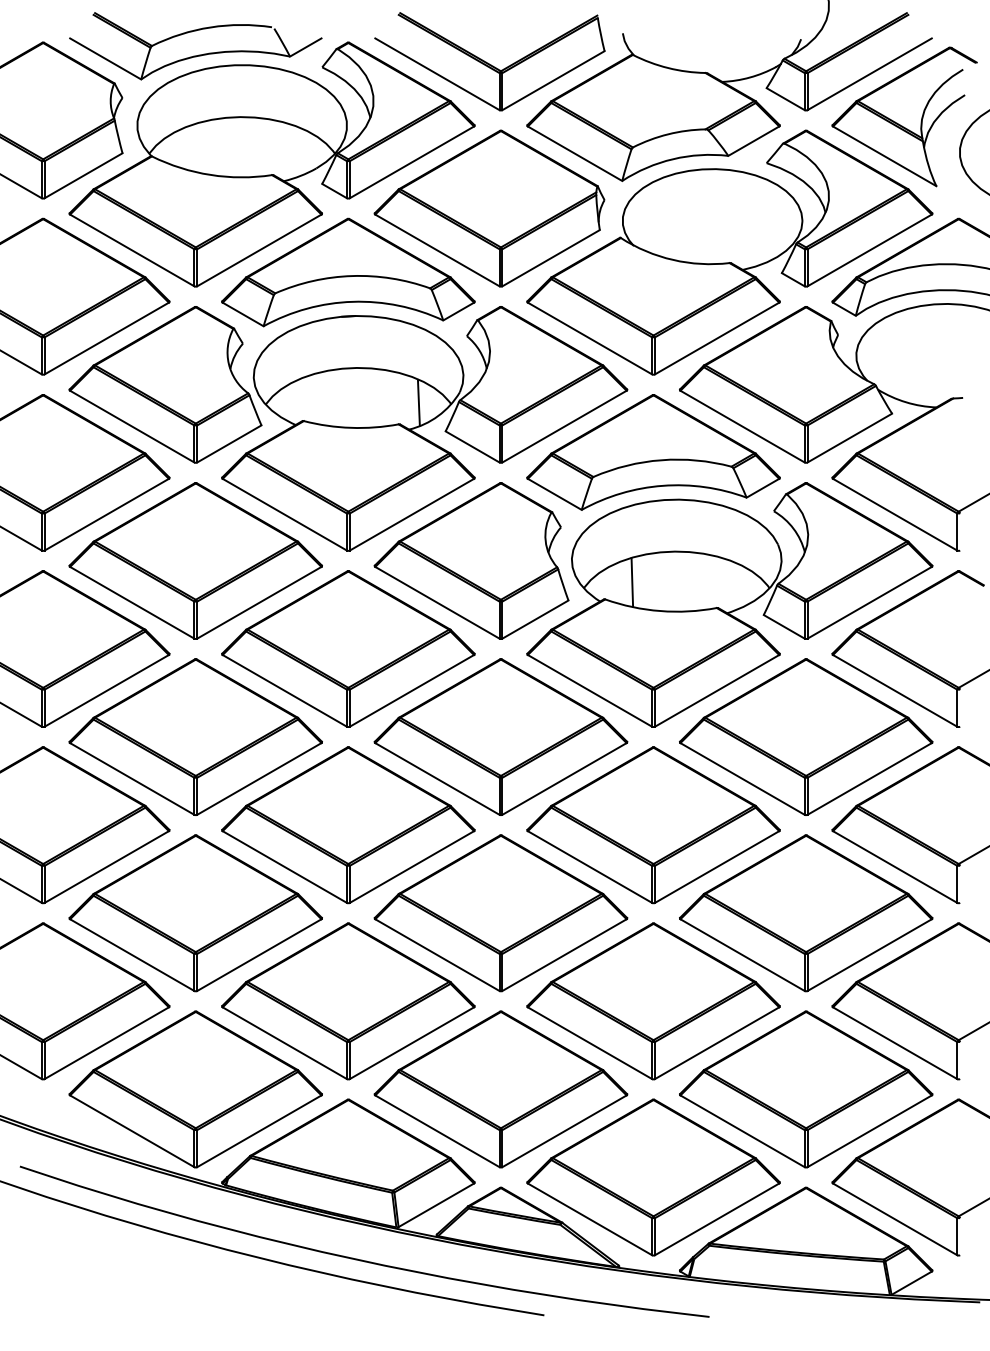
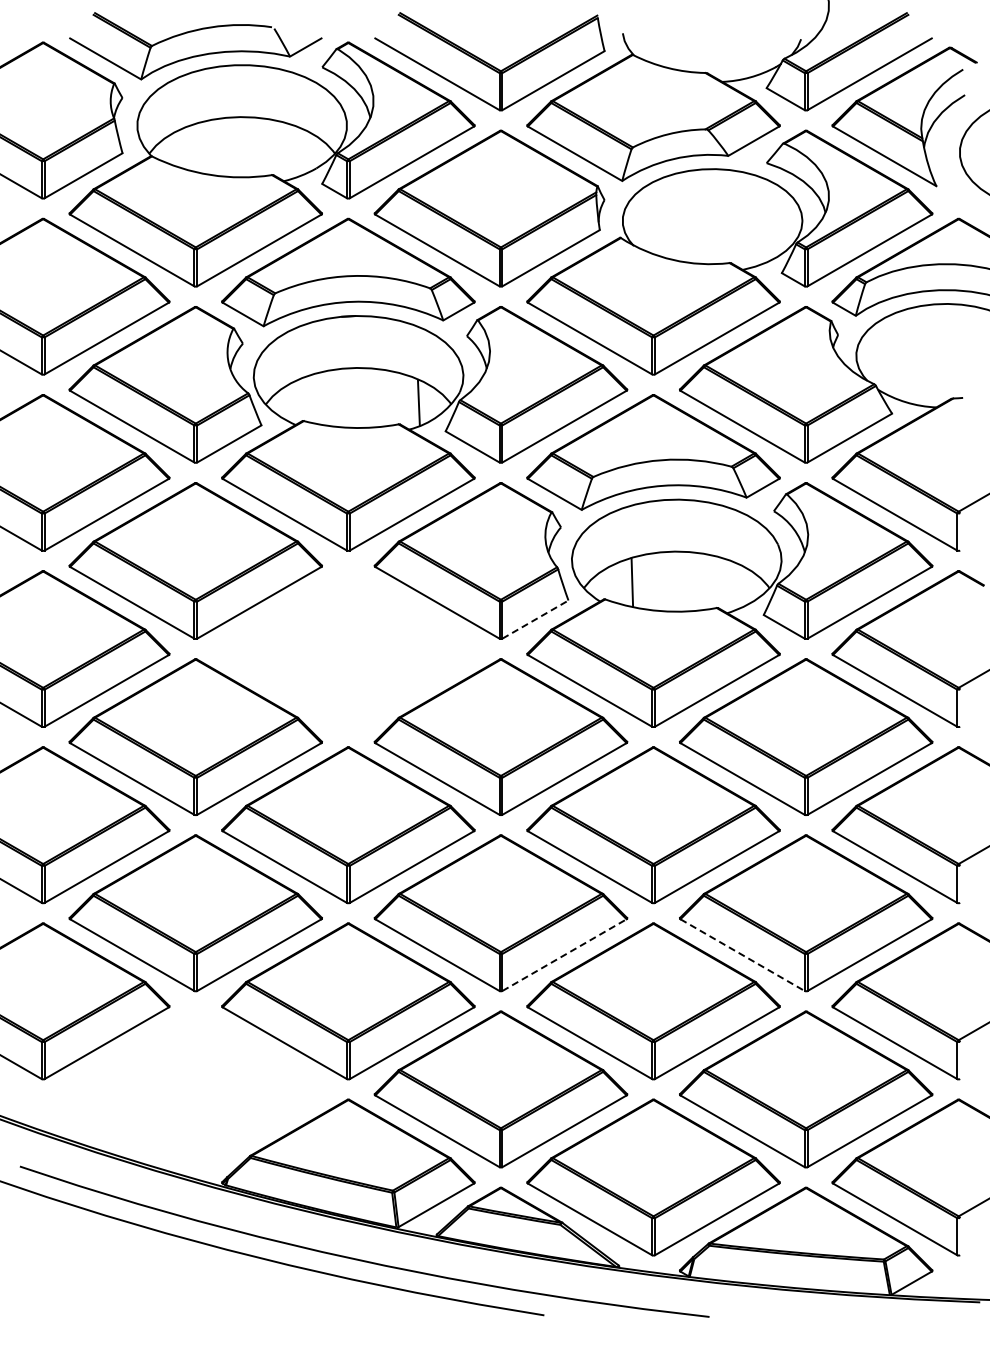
line at (535, 619): solid -> dashed
part at (348, 648): present -> none
line at (564, 955): solid -> dashed
line at (742, 955): solid -> dashed
part at (195, 1089): present -> none
